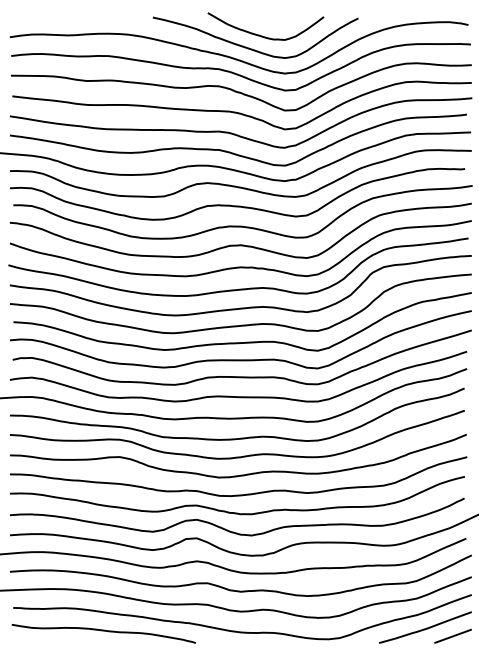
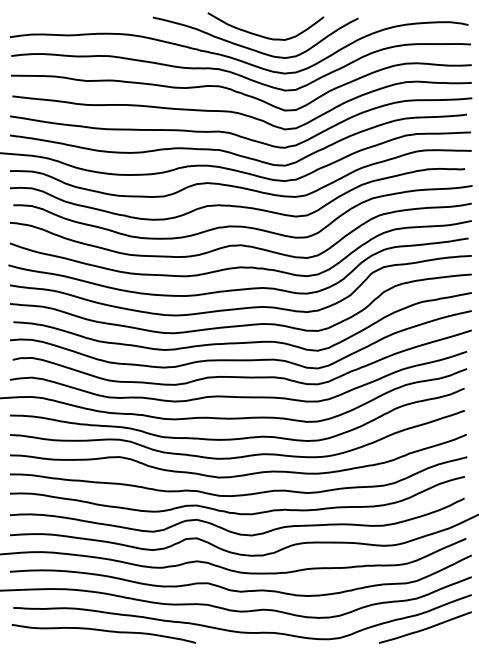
line at (452, 635): present -> none
